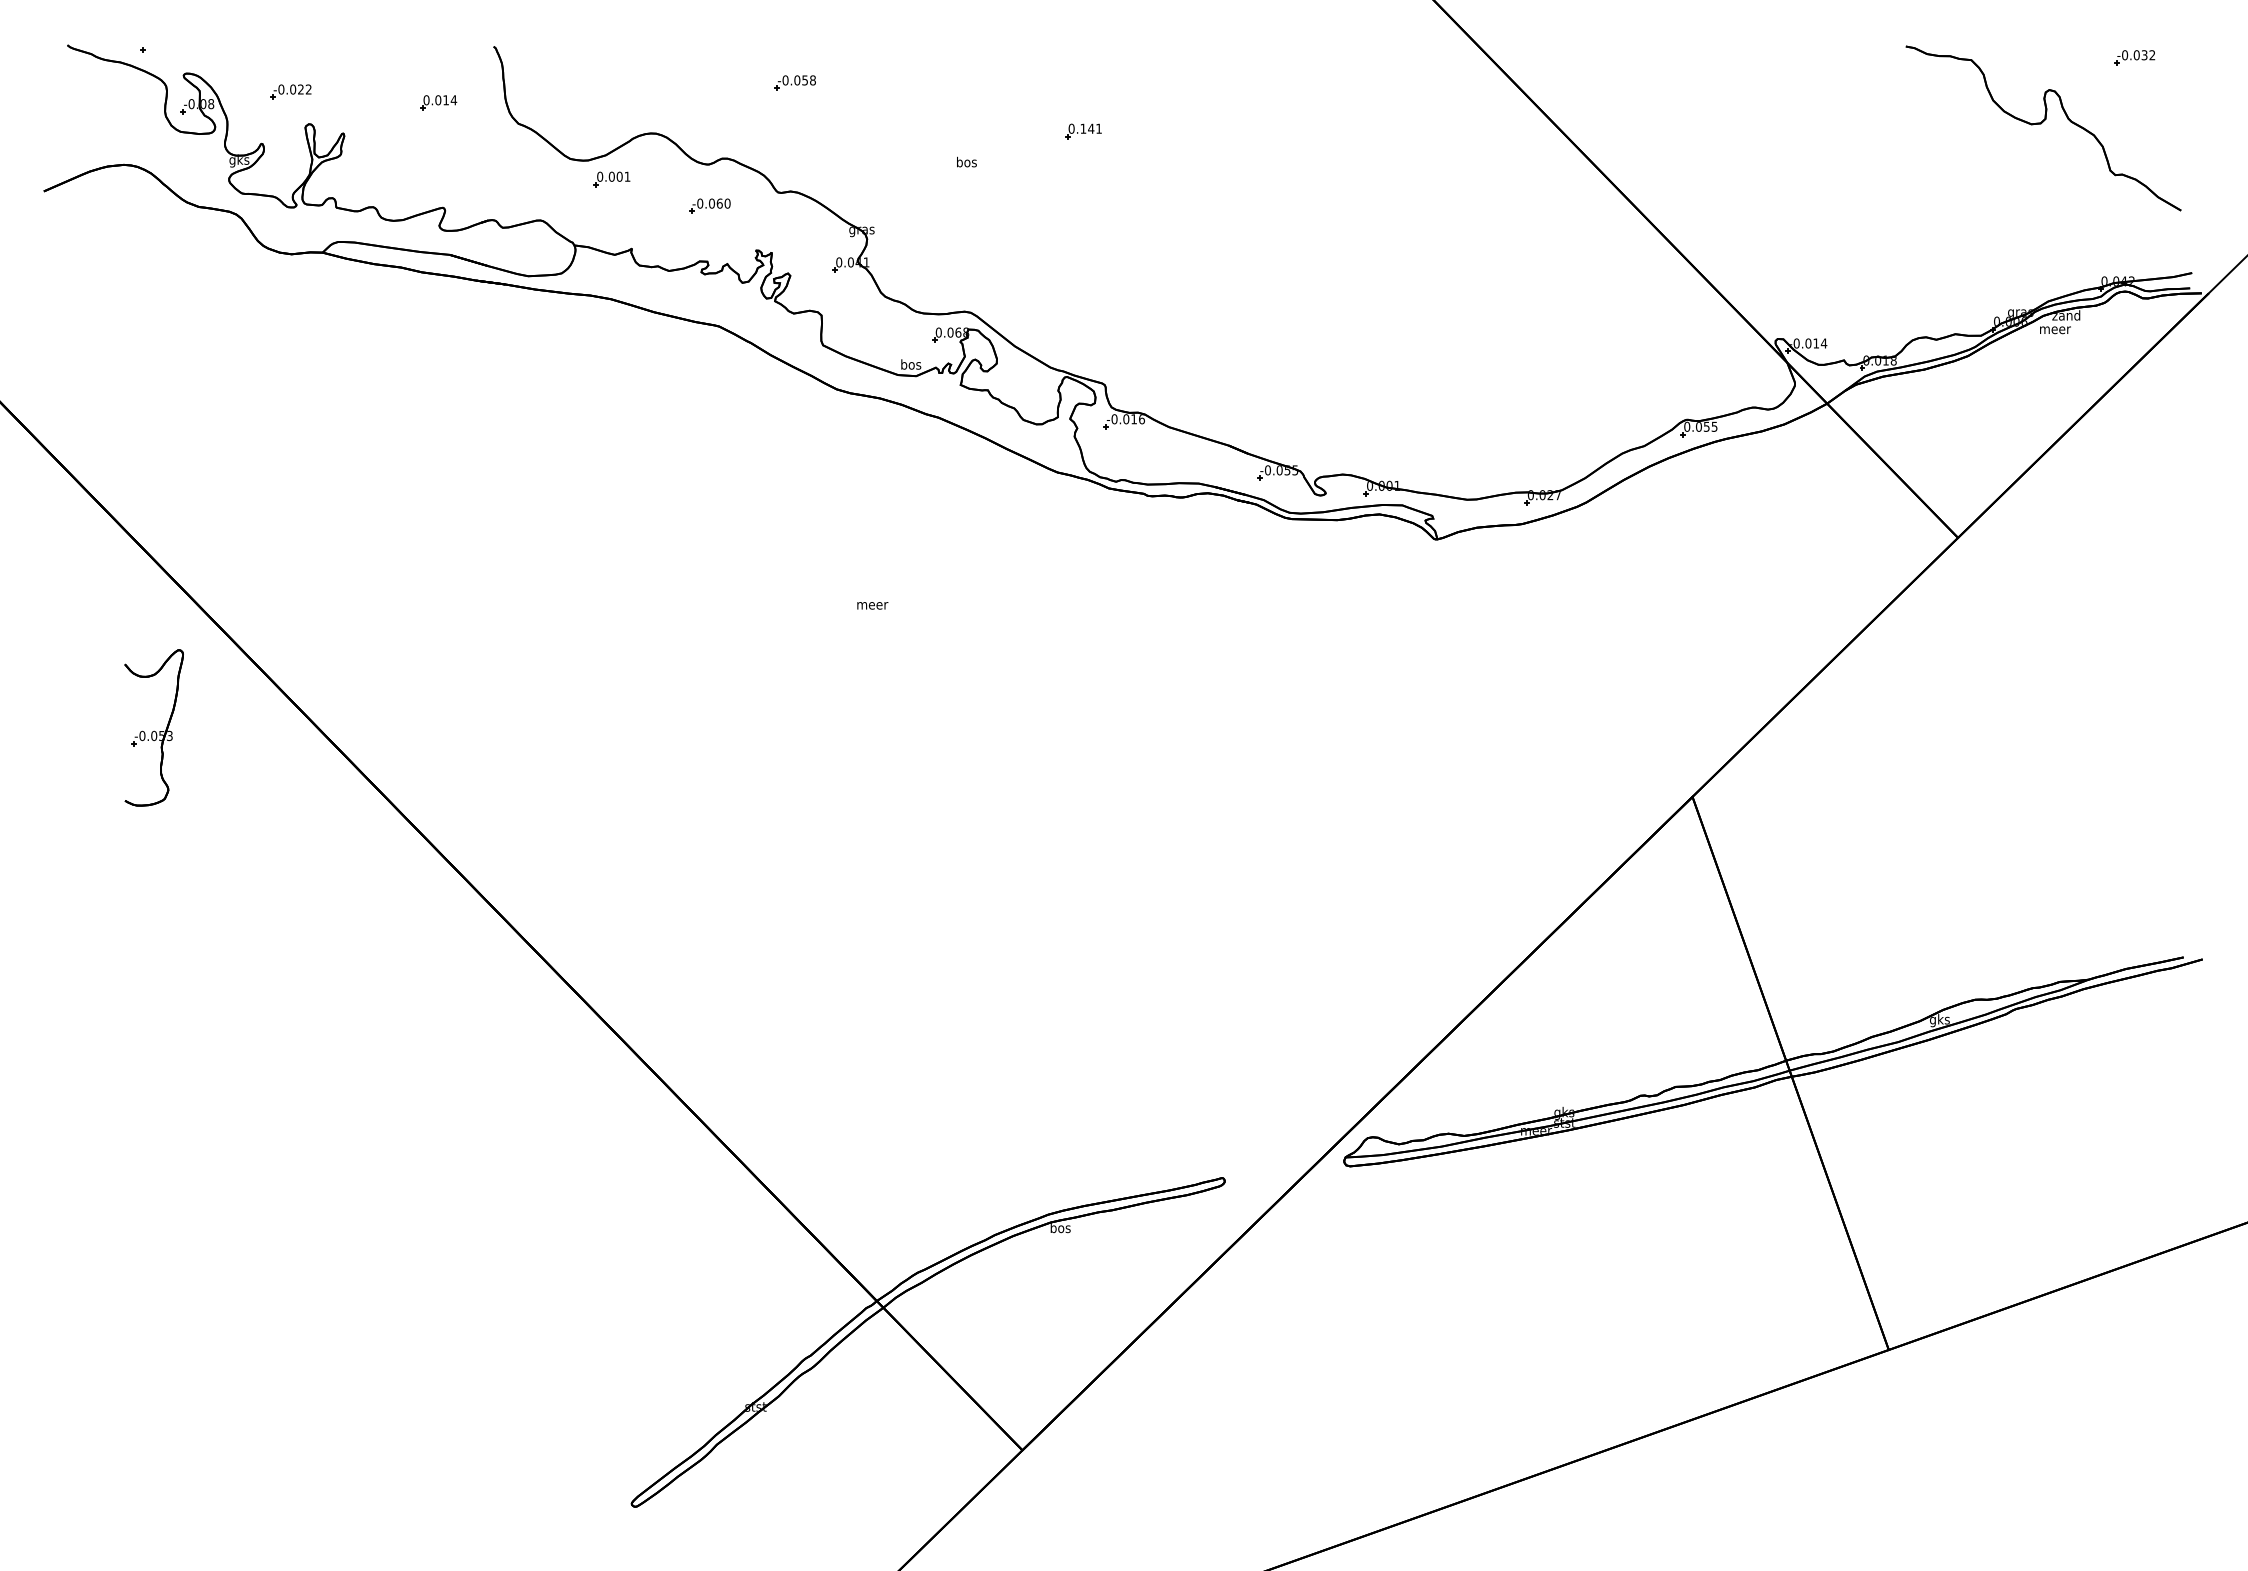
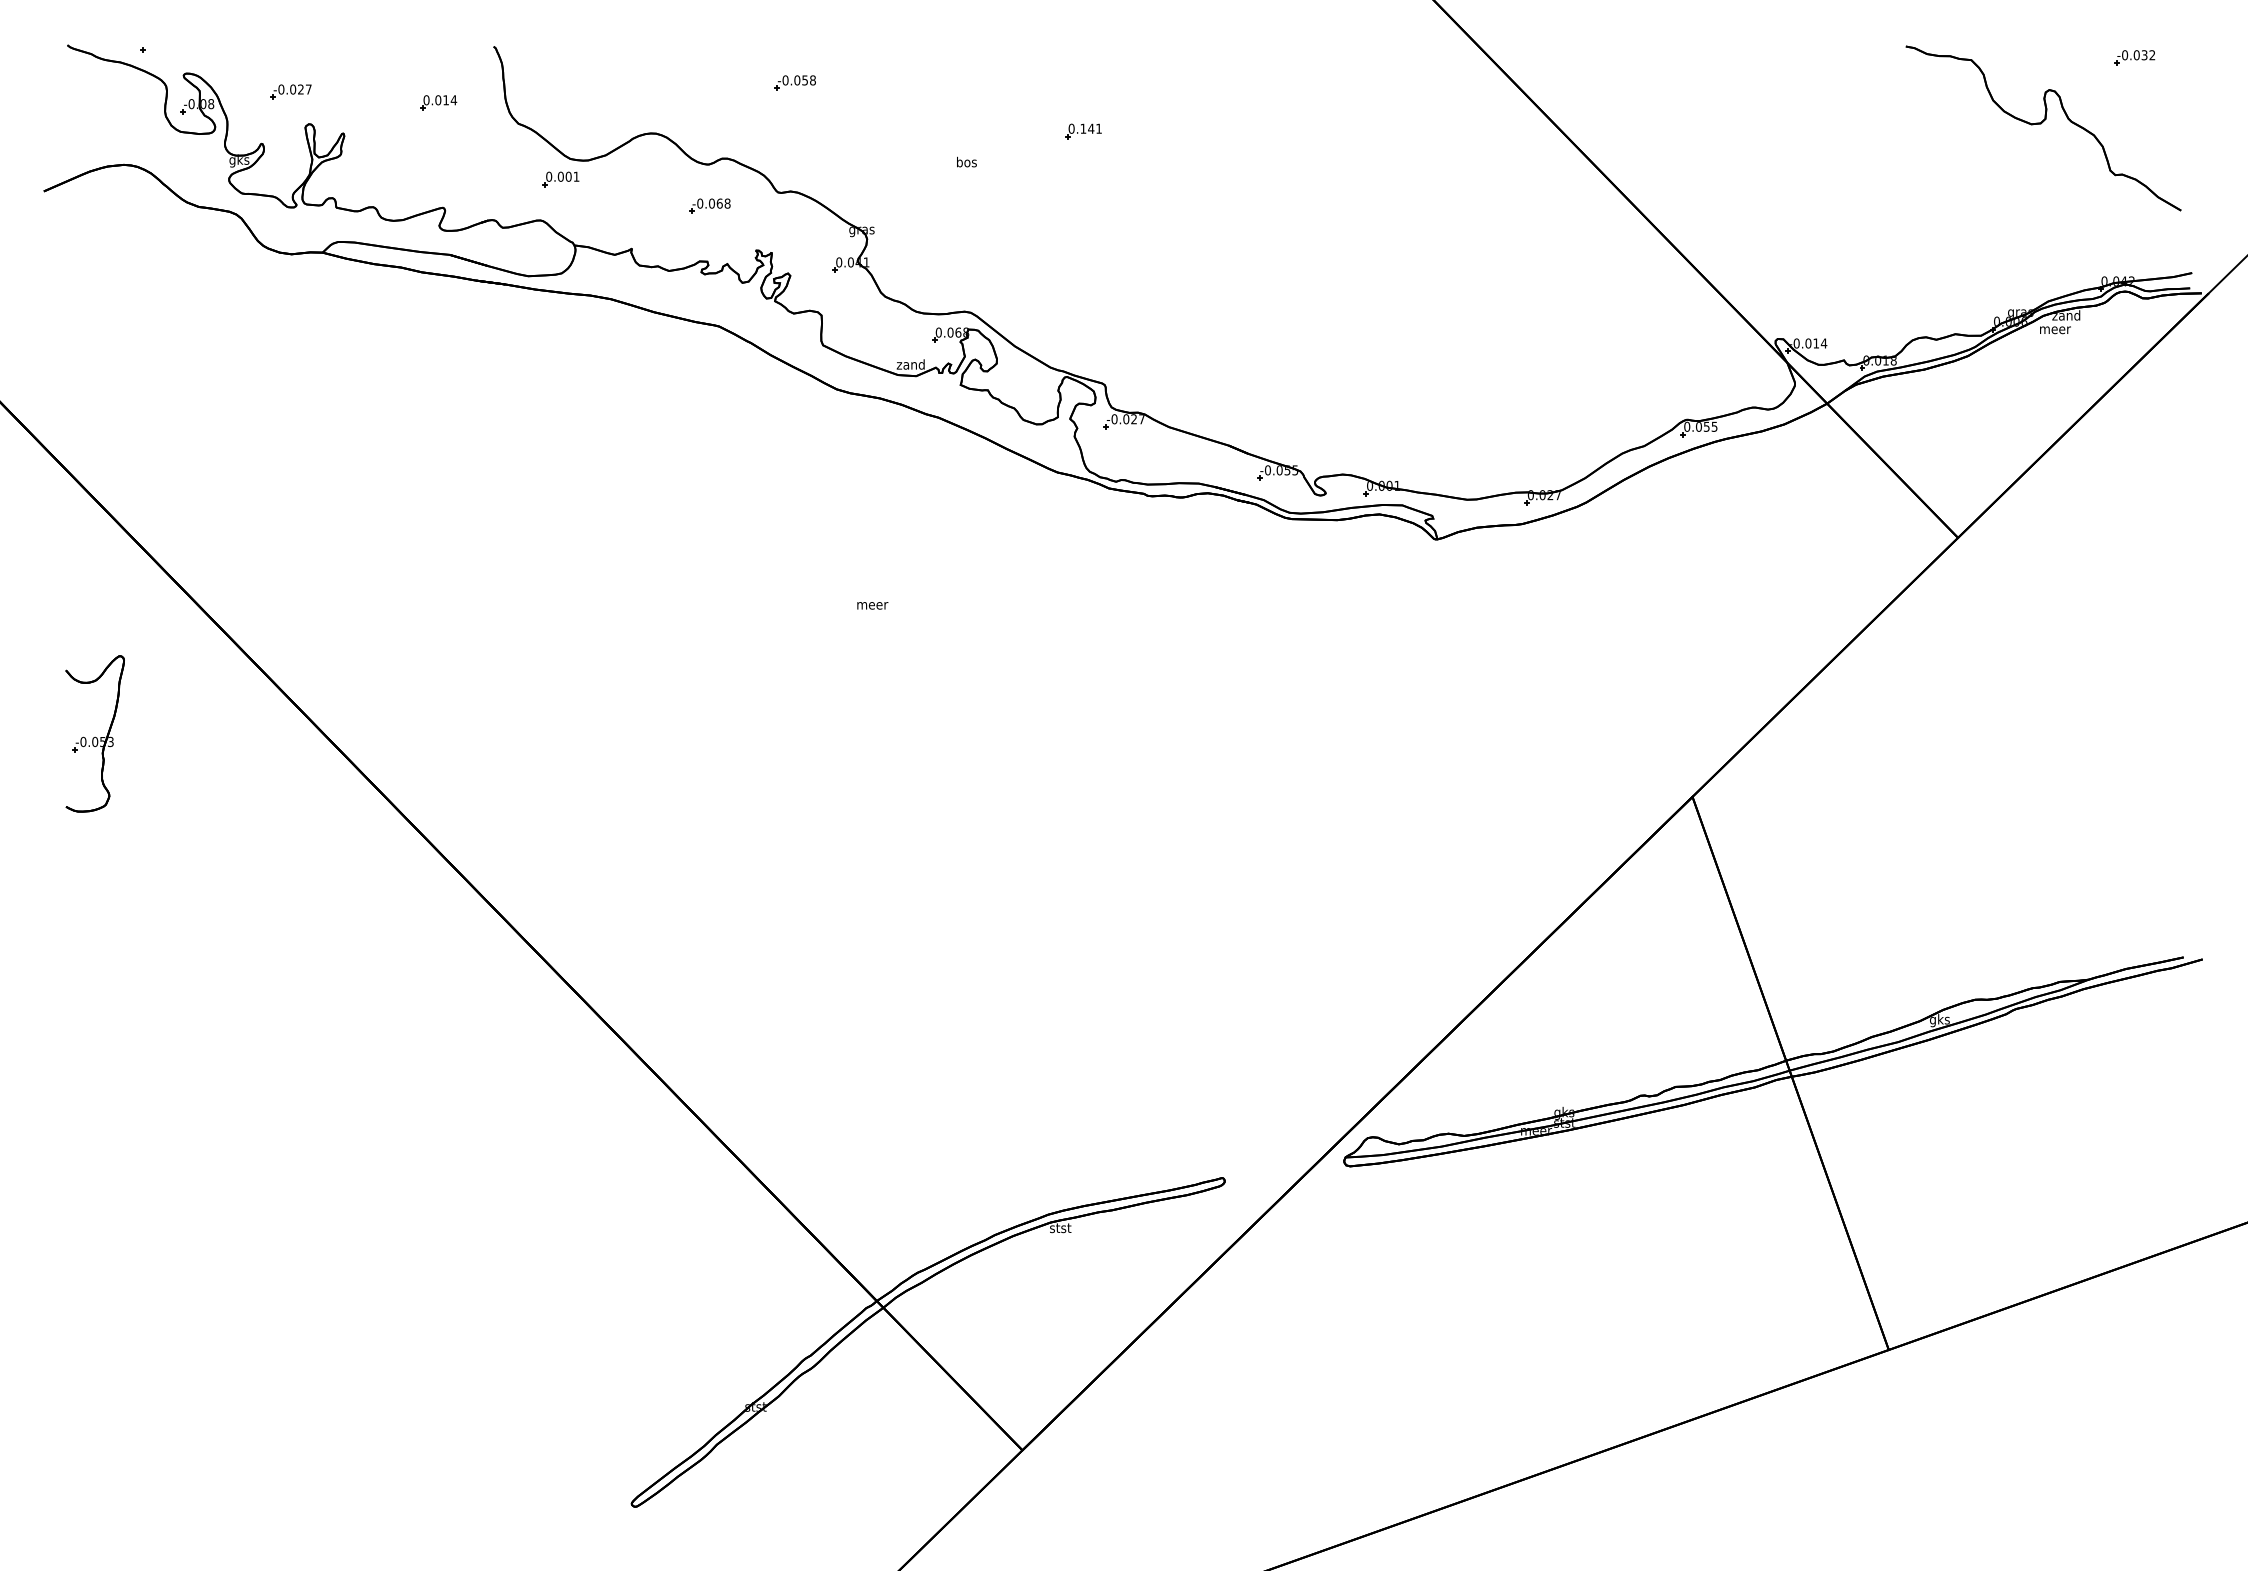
text at (308, 89): -0.022 -> -0.027
part at (611, 179) position: (611, 179) -> (560, 179)
text at (727, 203): -0.060 -> -0.068
text at (910, 364): bos -> zand
text at (1137, 419): -0.016 -> -0.027
part at (153, 727) position: (153, 727) -> (94, 733)
text at (1060, 1228): bos -> stst
